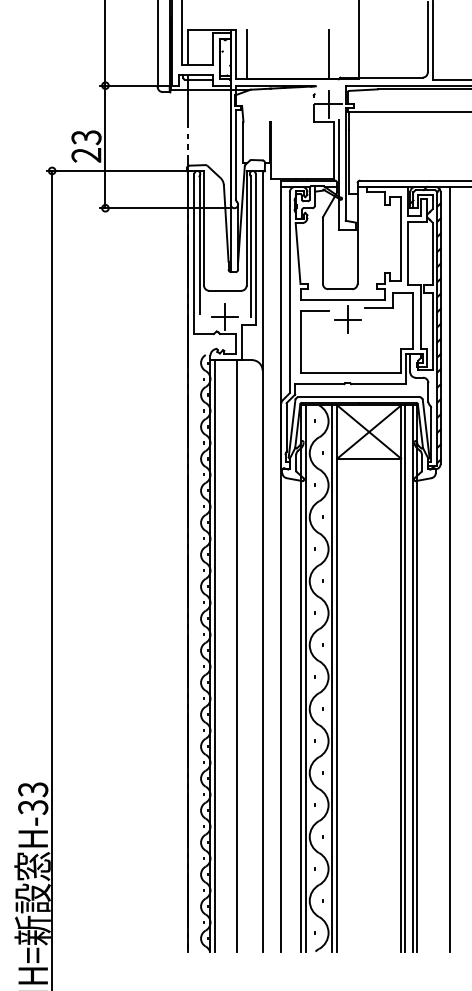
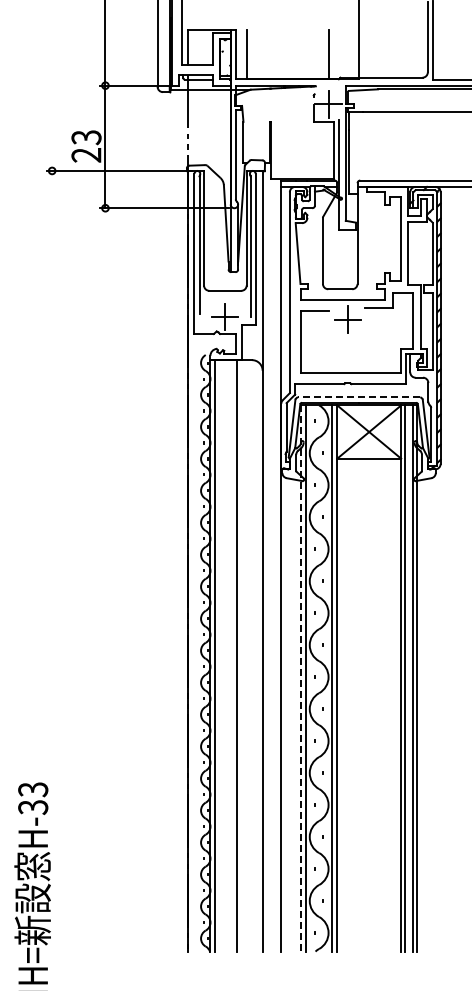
line at (358, 397): solid -> dashed
line at (450, 568): present -> none
line at (52, 578): present -> none
line at (301, 679): solid -> dashed
